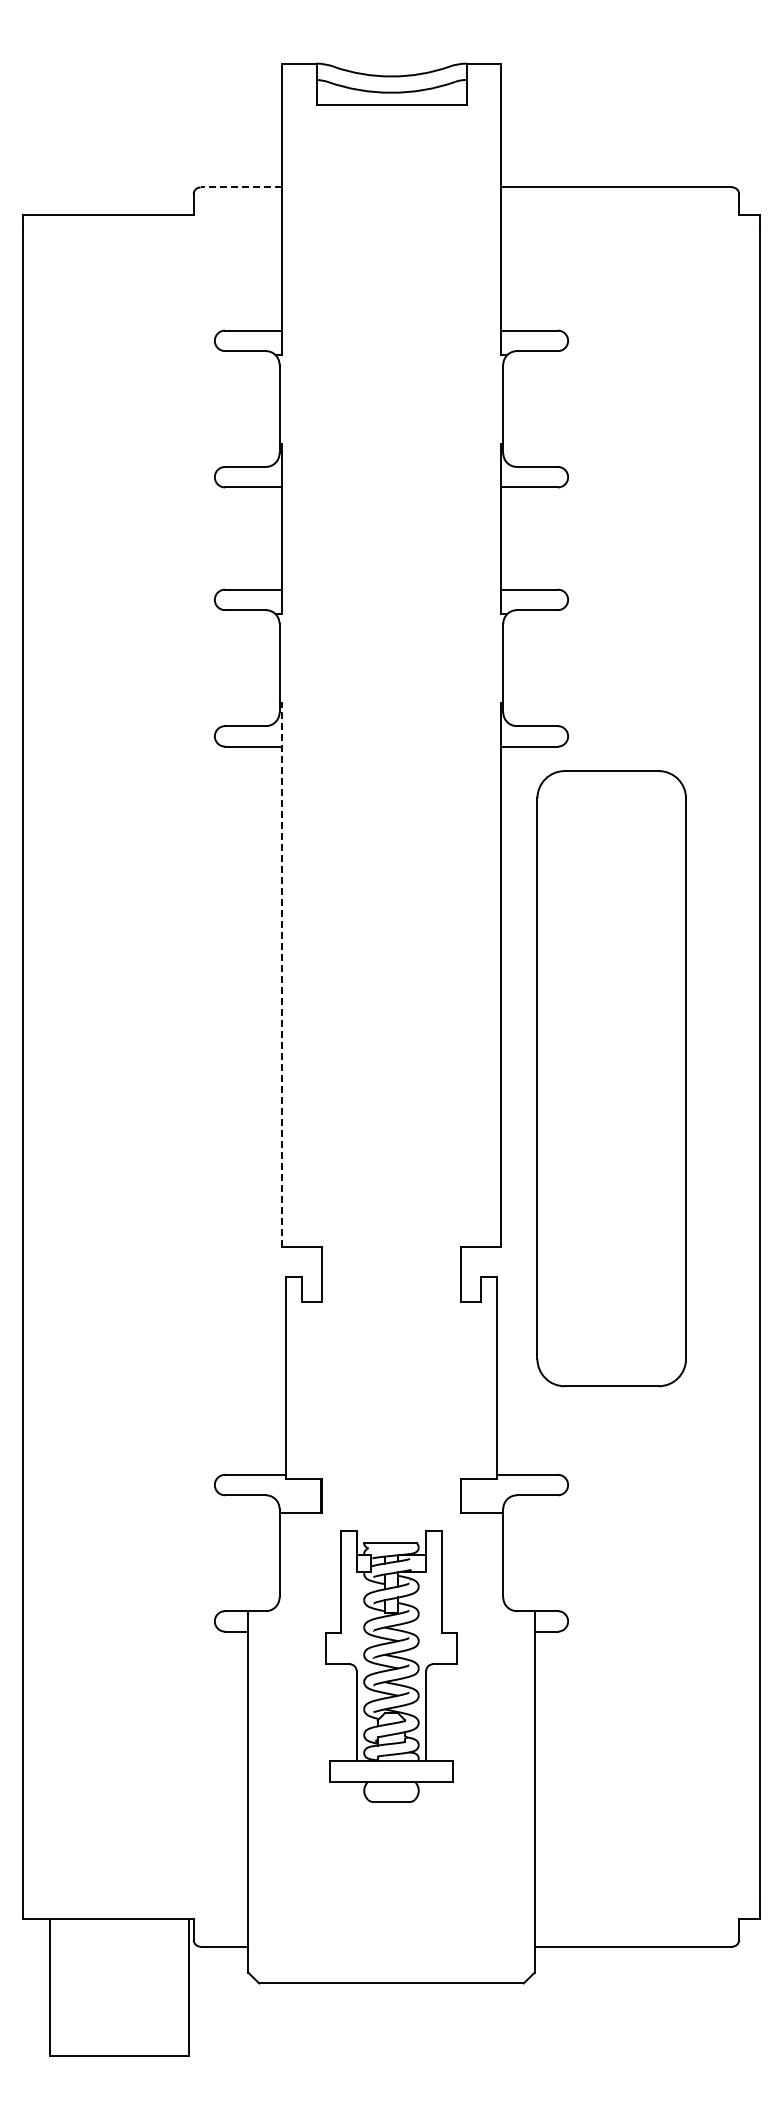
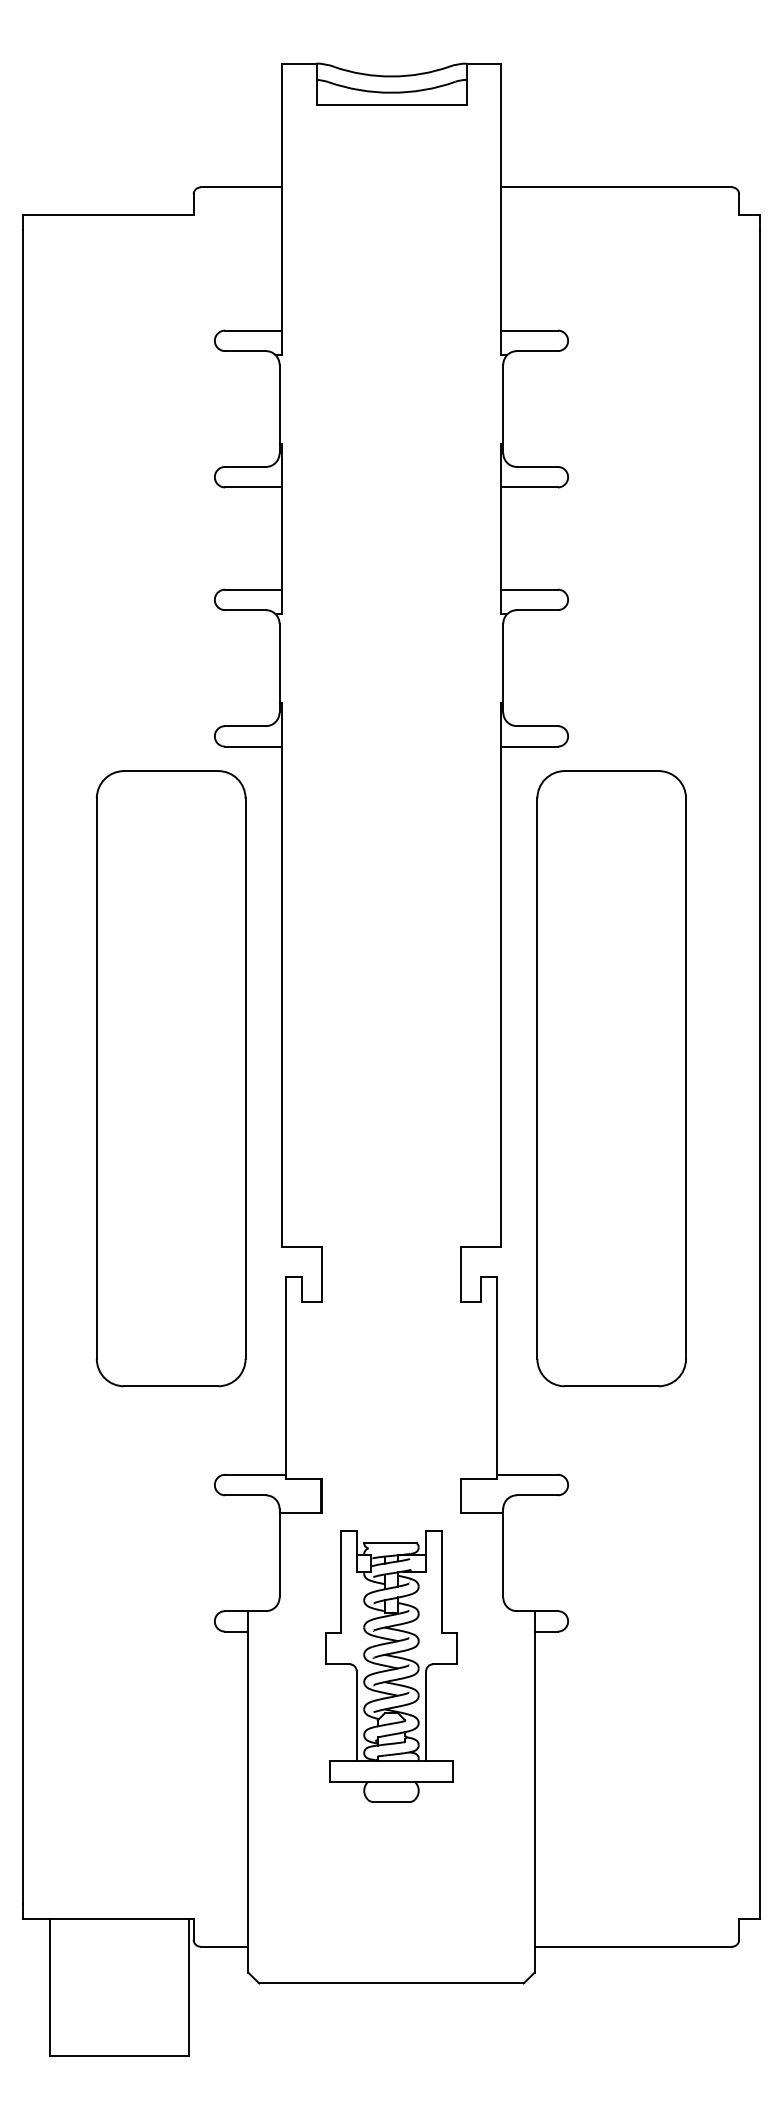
line at (241, 187): dashed -> solid
line at (282, 974): dashed -> solid
part at (170, 1078): none -> present
